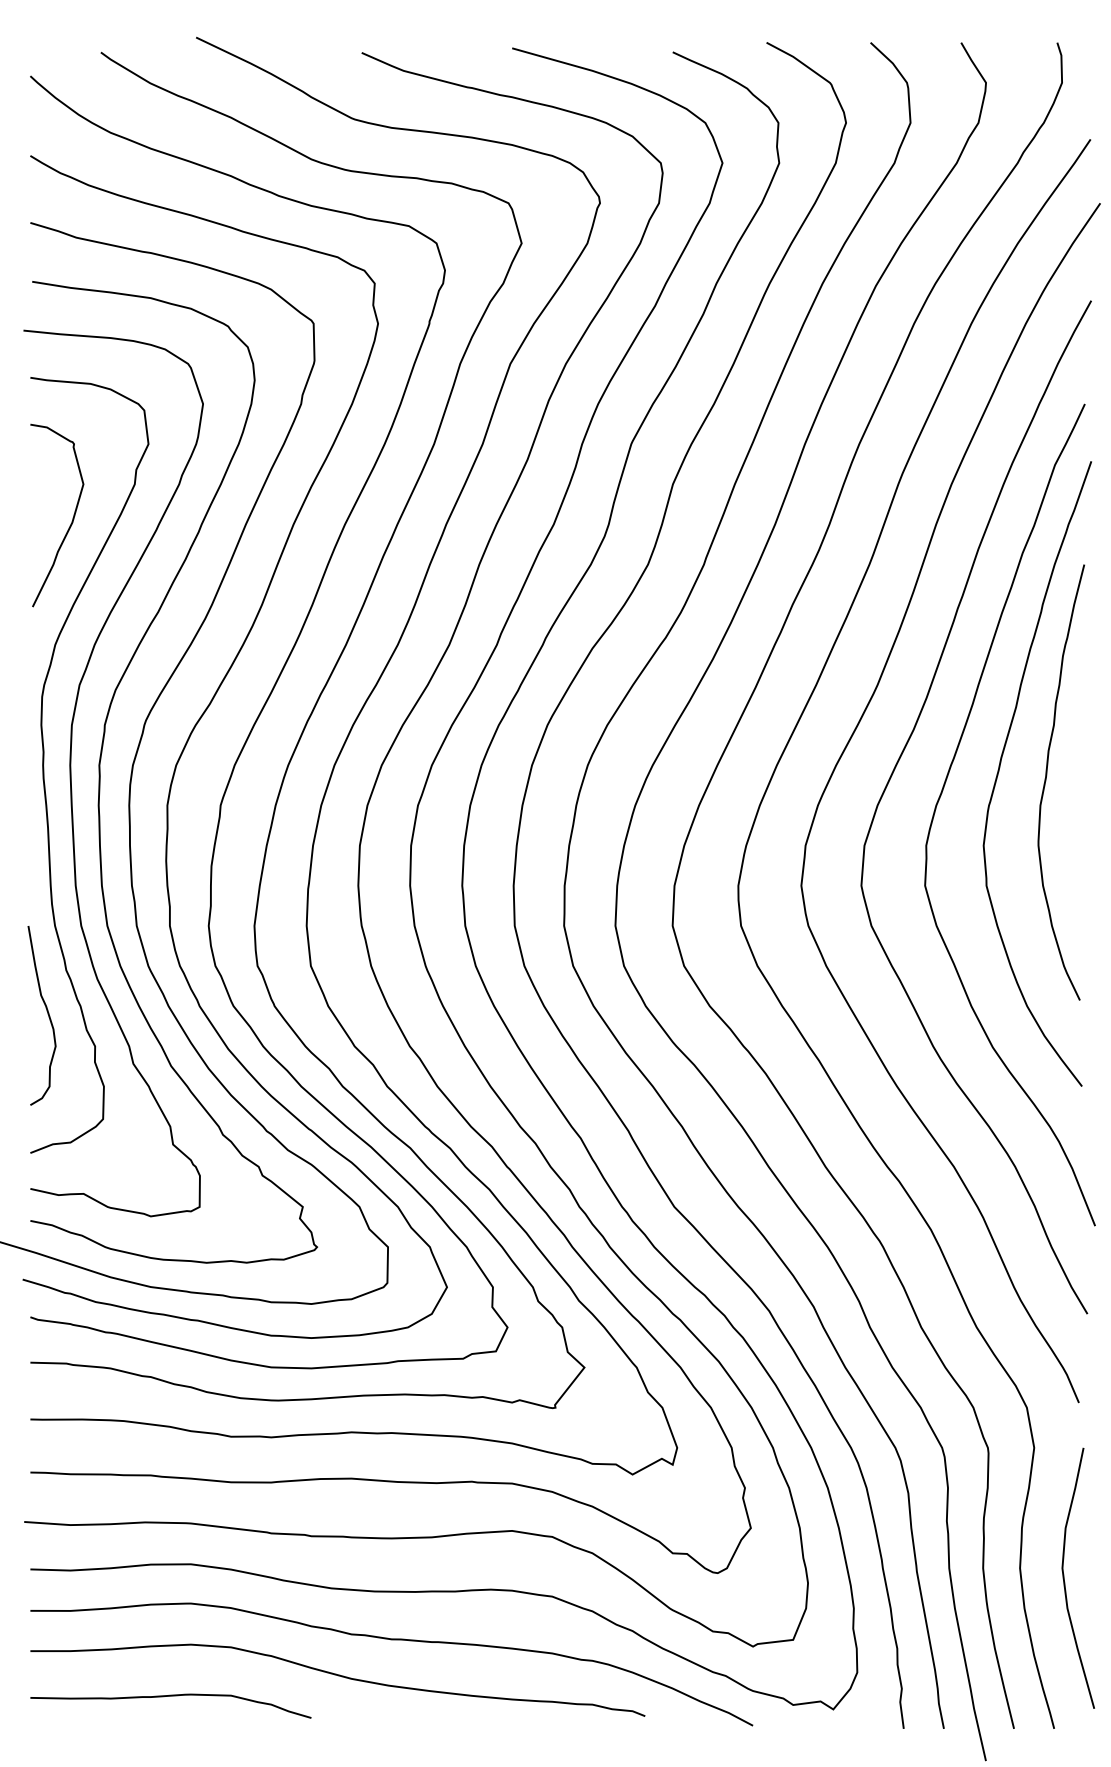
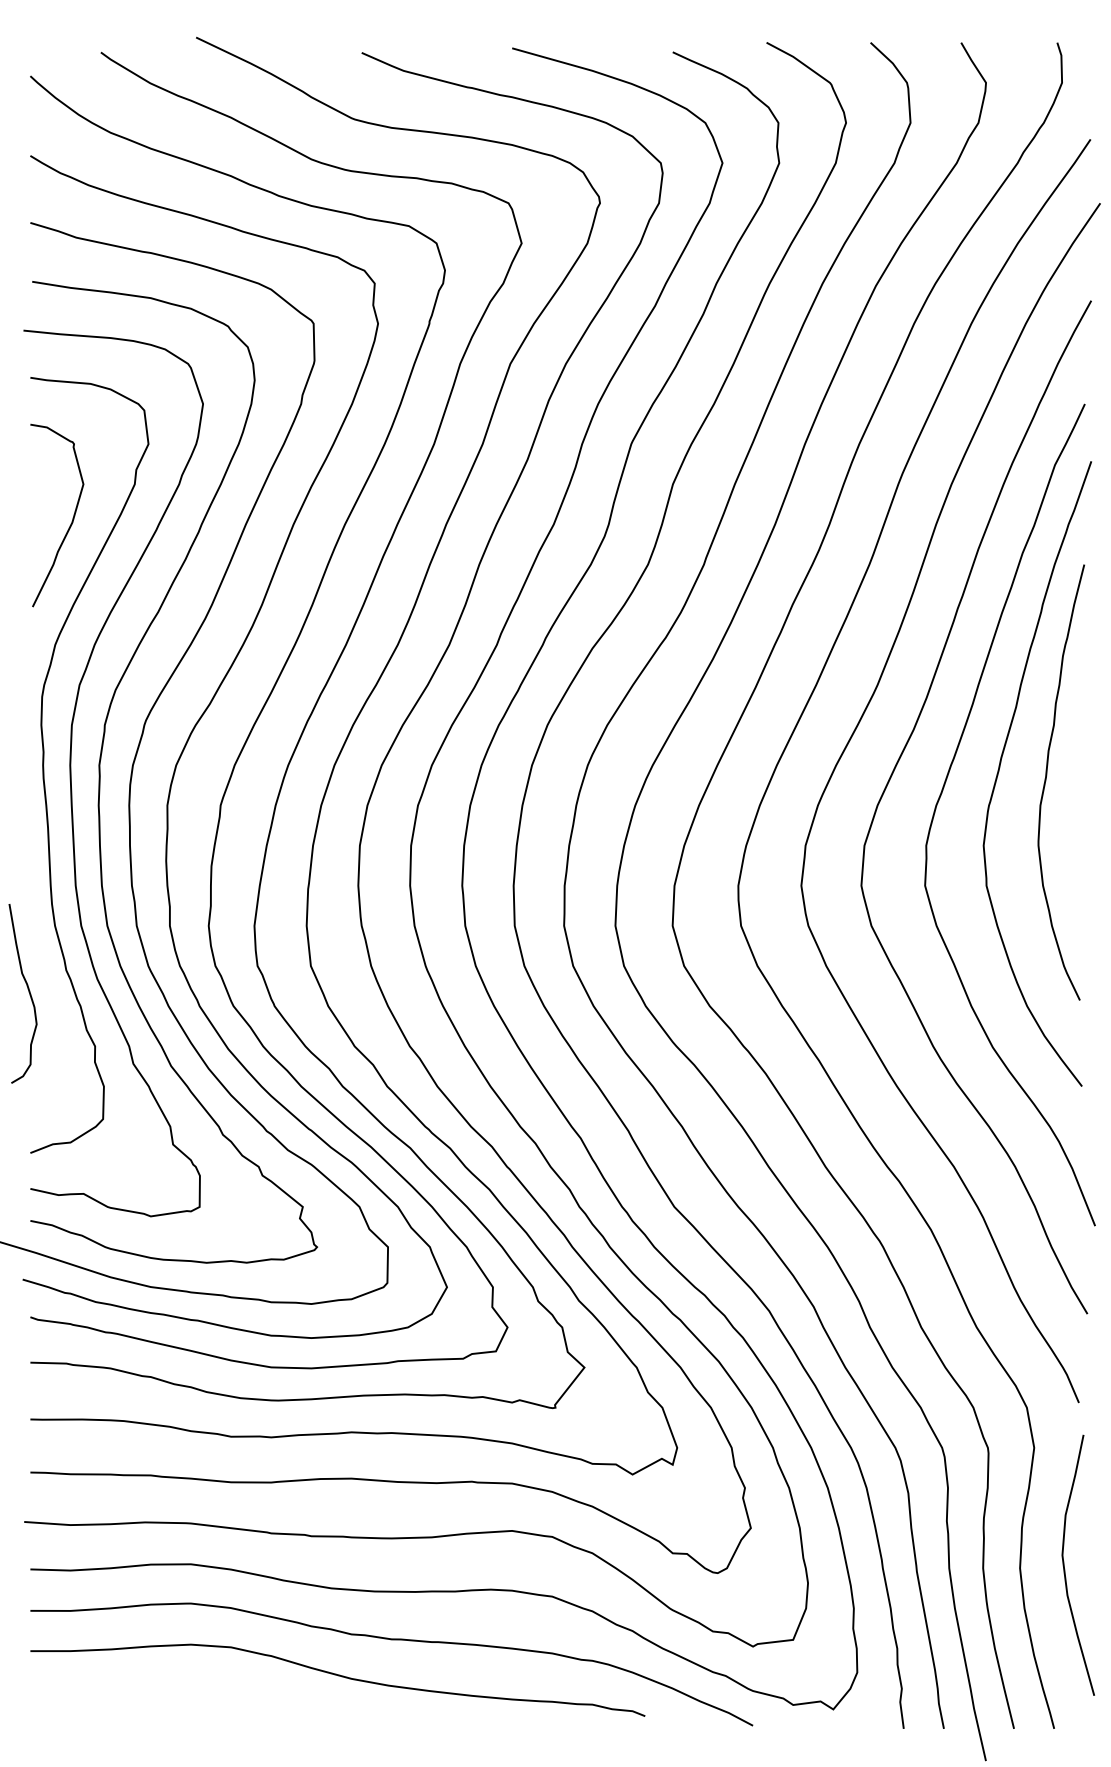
curve at (47, 1014) position: (47, 1014) -> (28, 992)
curve at (1064, 1577) position: (1064, 1577) -> (1064, 1564)
curve at (170, 1696): present -> none
